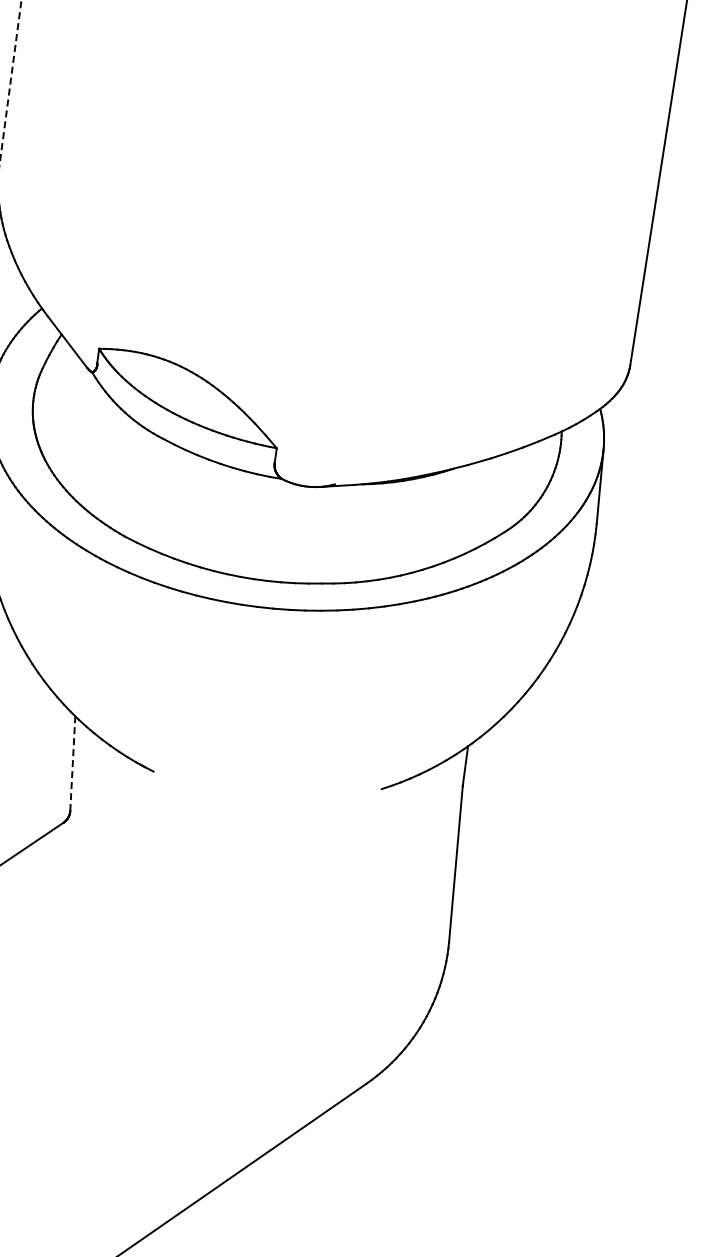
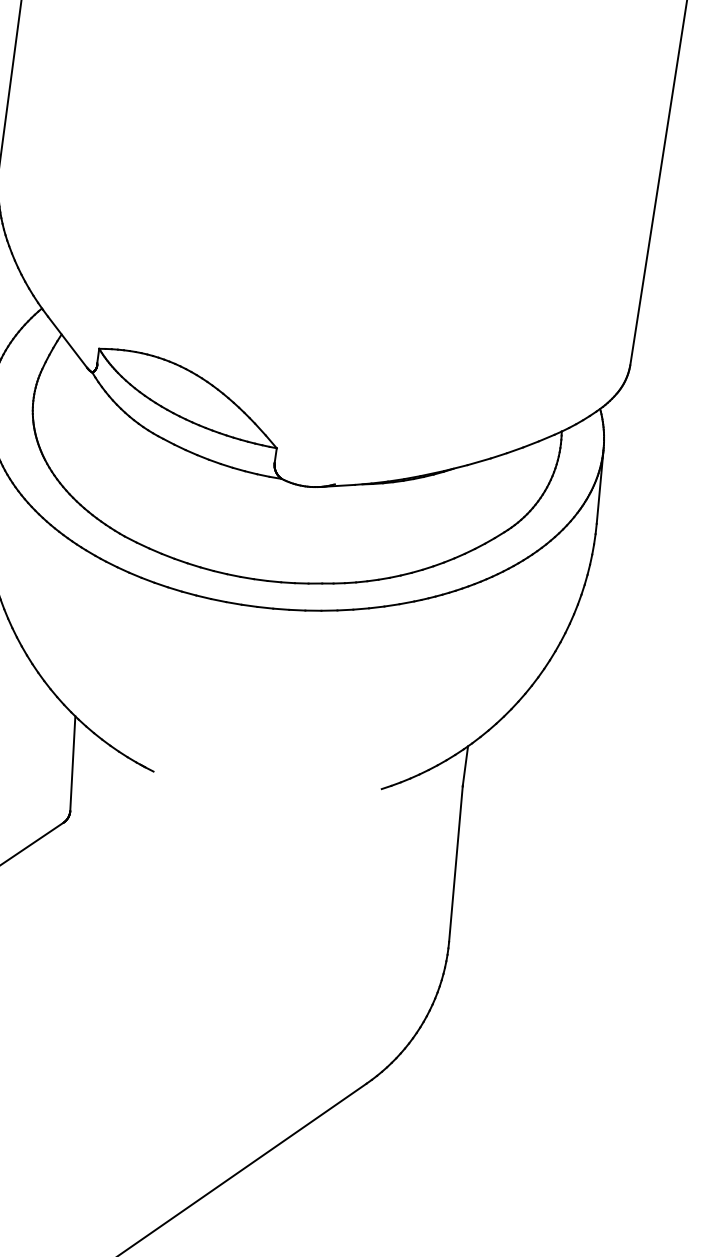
line at (10, 80): dashed -> solid
line at (72, 763): dashed -> solid
